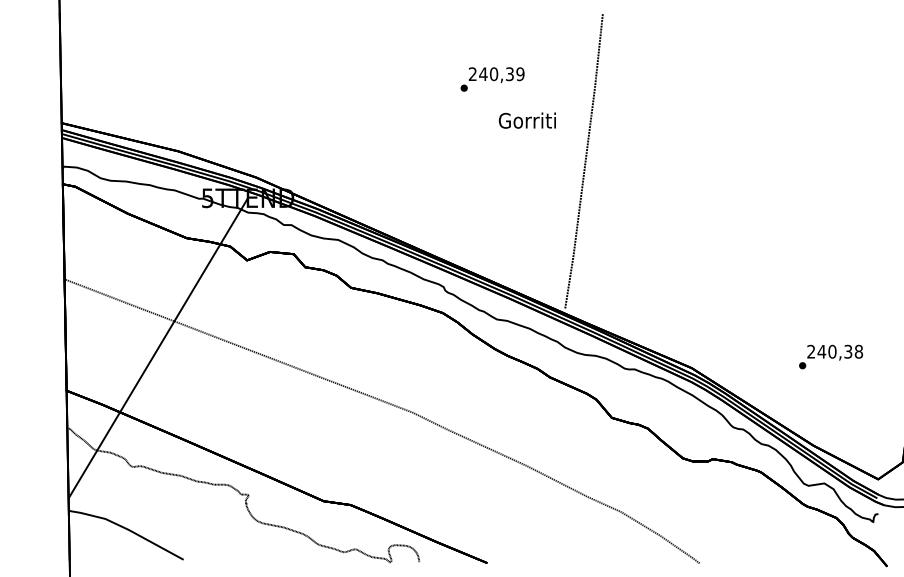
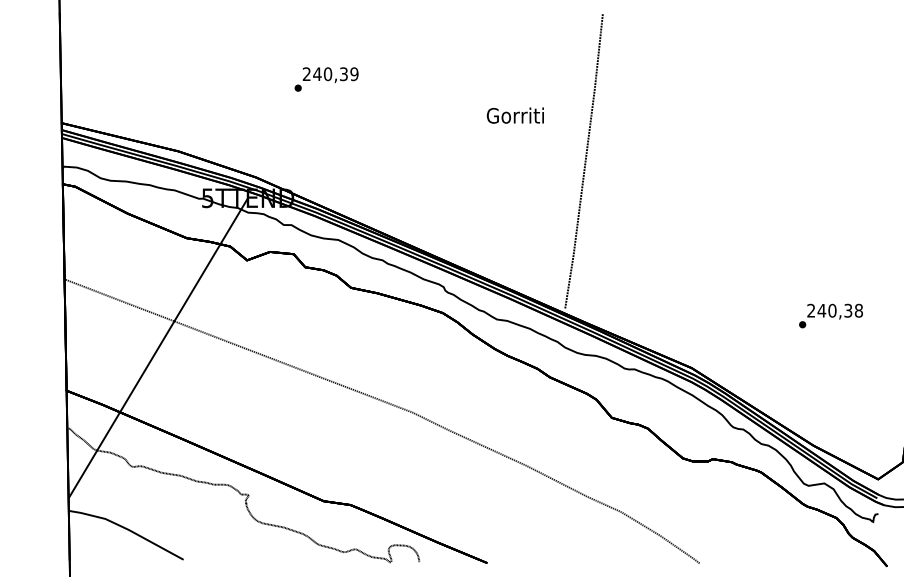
text at (492, 79) position: (492, 79) -> (326, 79)
text at (526, 120) position: (526, 120) -> (514, 115)
text at (830, 356) position: (830, 356) -> (830, 315)
